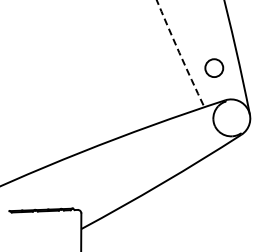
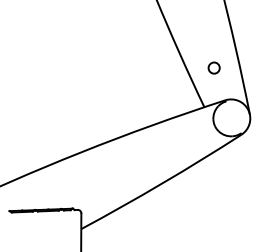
arc at (179, 53): dashed -> solid
circle at (214, 67) size: 21x20 px -> 14x14 px
